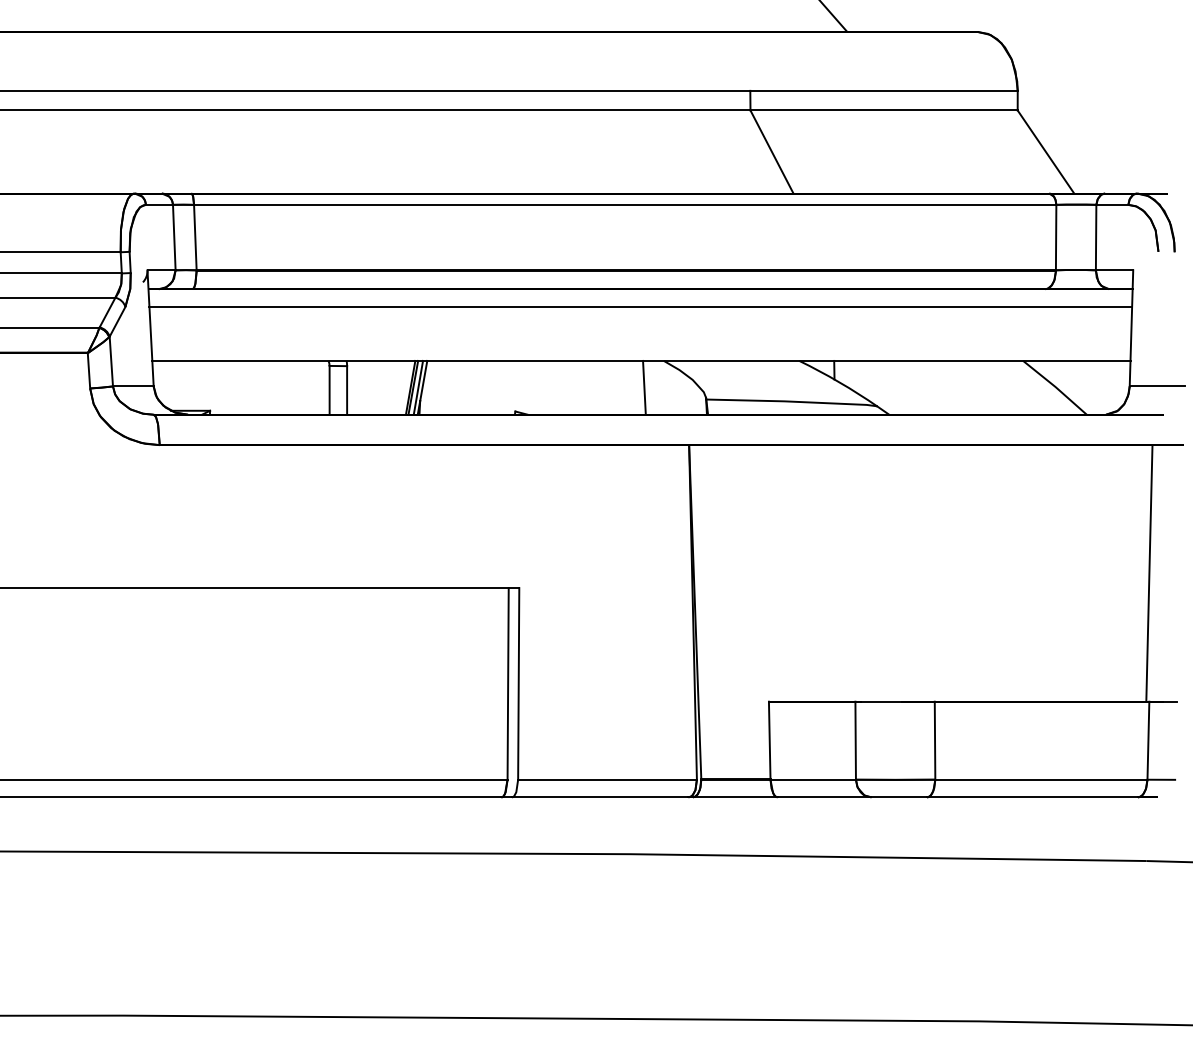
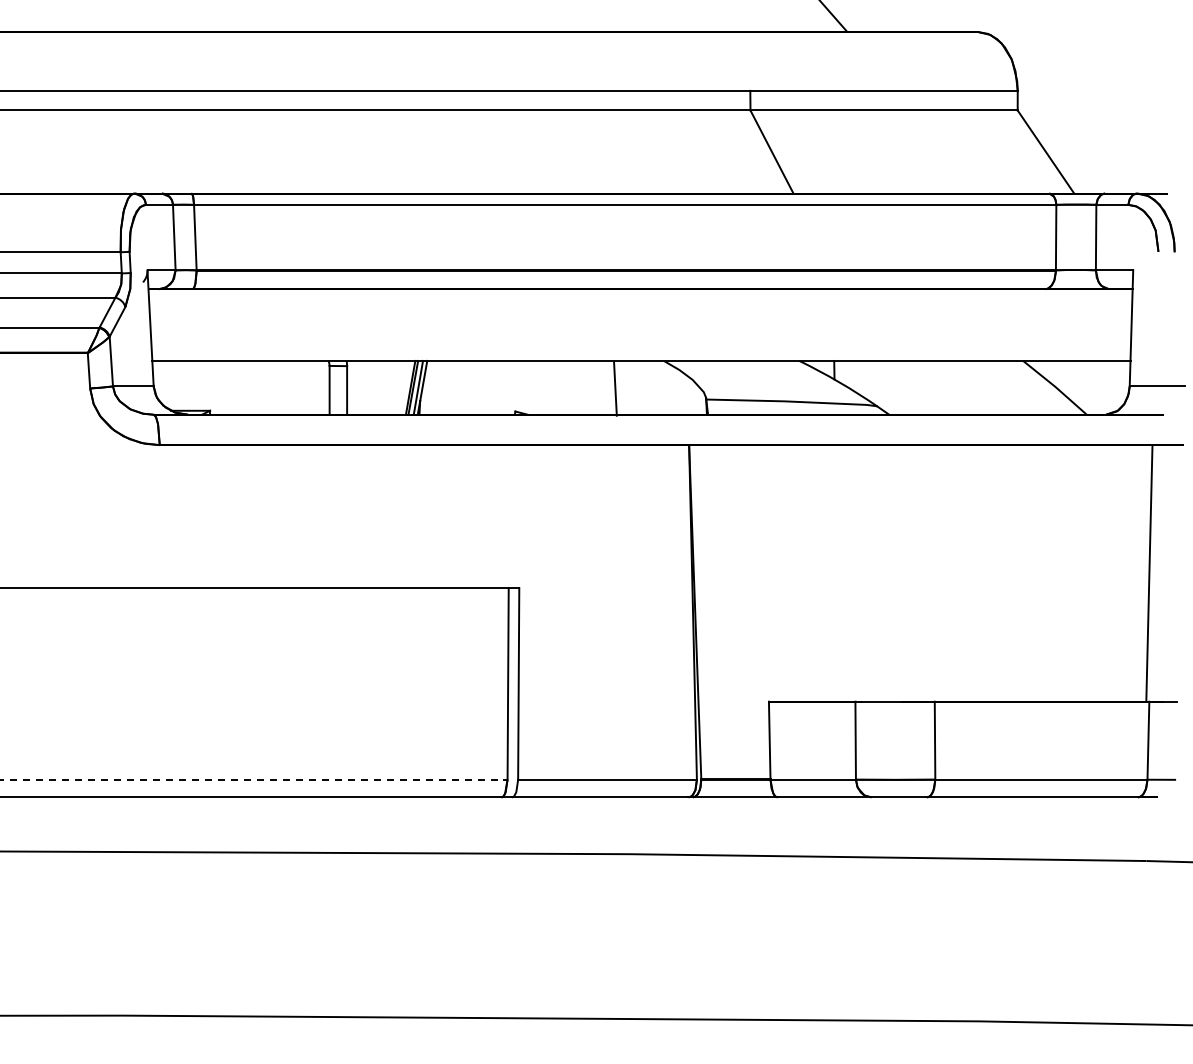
line at (640, 307): present -> none
line at (644, 387) position: (644, 387) -> (615, 388)
line at (254, 779): solid -> dashed
